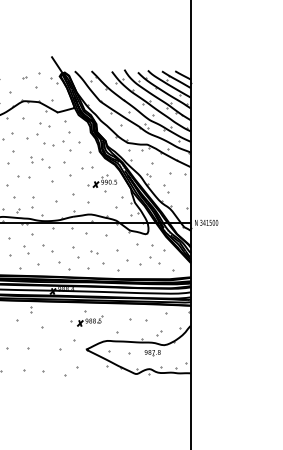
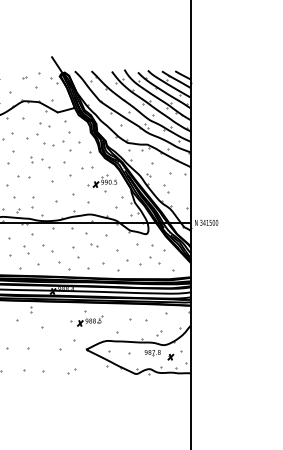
part at (94, 252) position: (94, 252) -> (94, 245)
part at (174, 355): none -> present
part at (71, 371) size: 15x11 px -> 10x7 px
